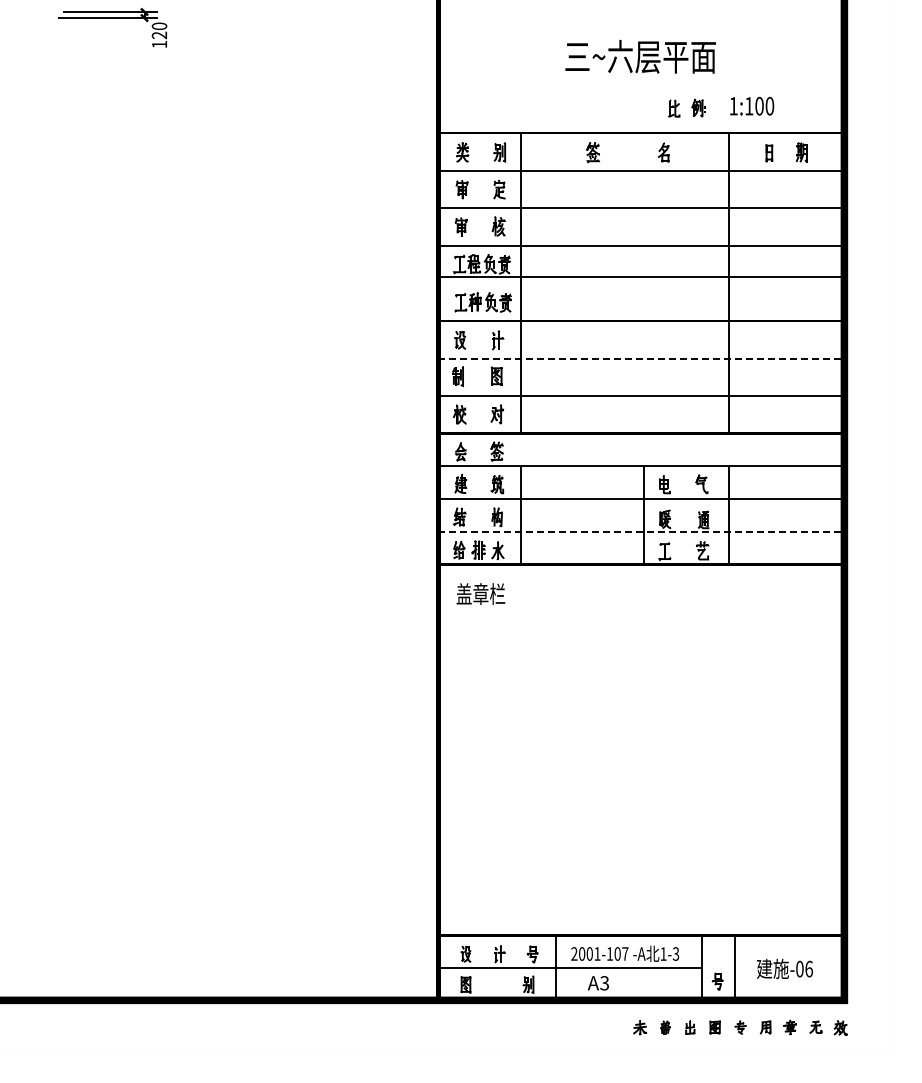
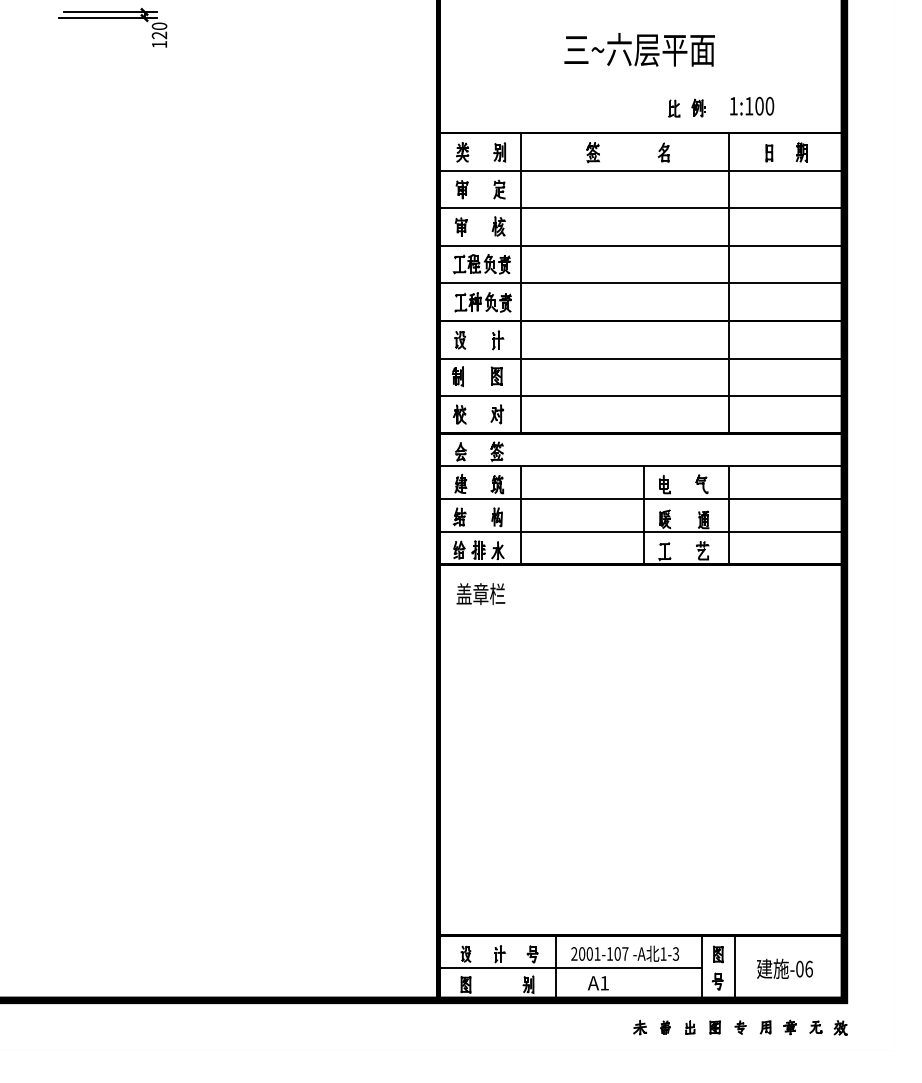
text at (640, 56) position: (640, 56) -> (639, 49)
line at (641, 277) position: (641, 277) -> (641, 283)
line at (641, 358): dashed -> solid
line at (641, 531): dashed -> solid
part at (717, 954): none -> present
text at (604, 983): A3 -> A1
